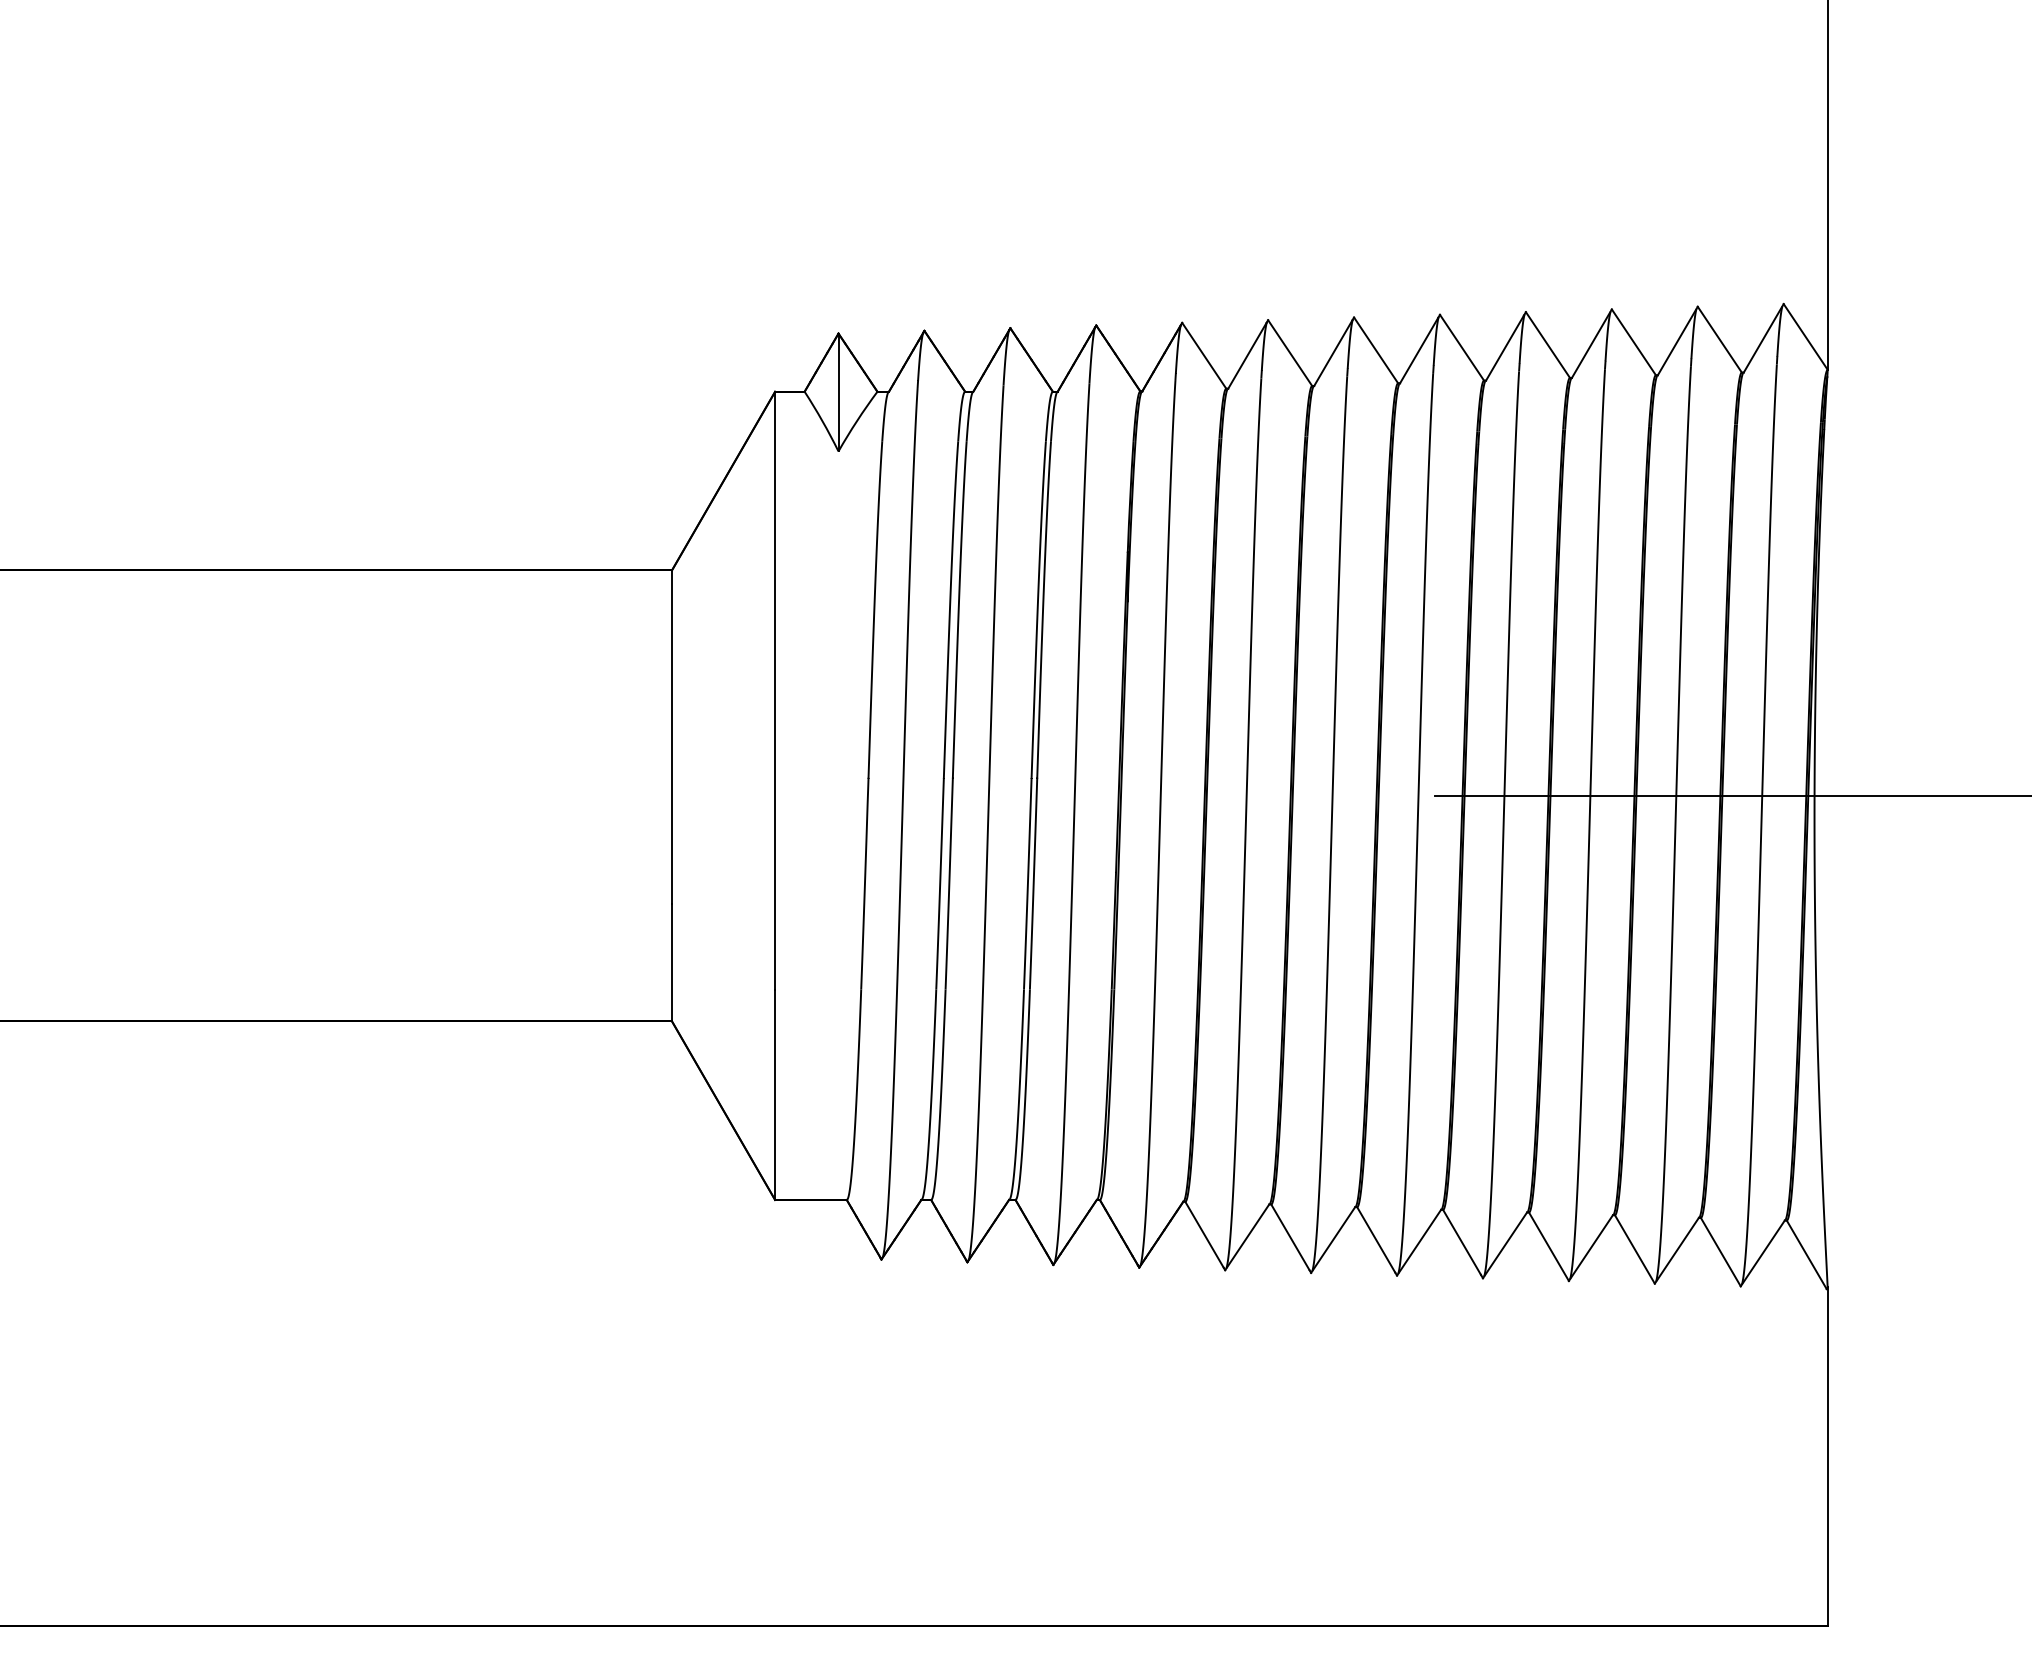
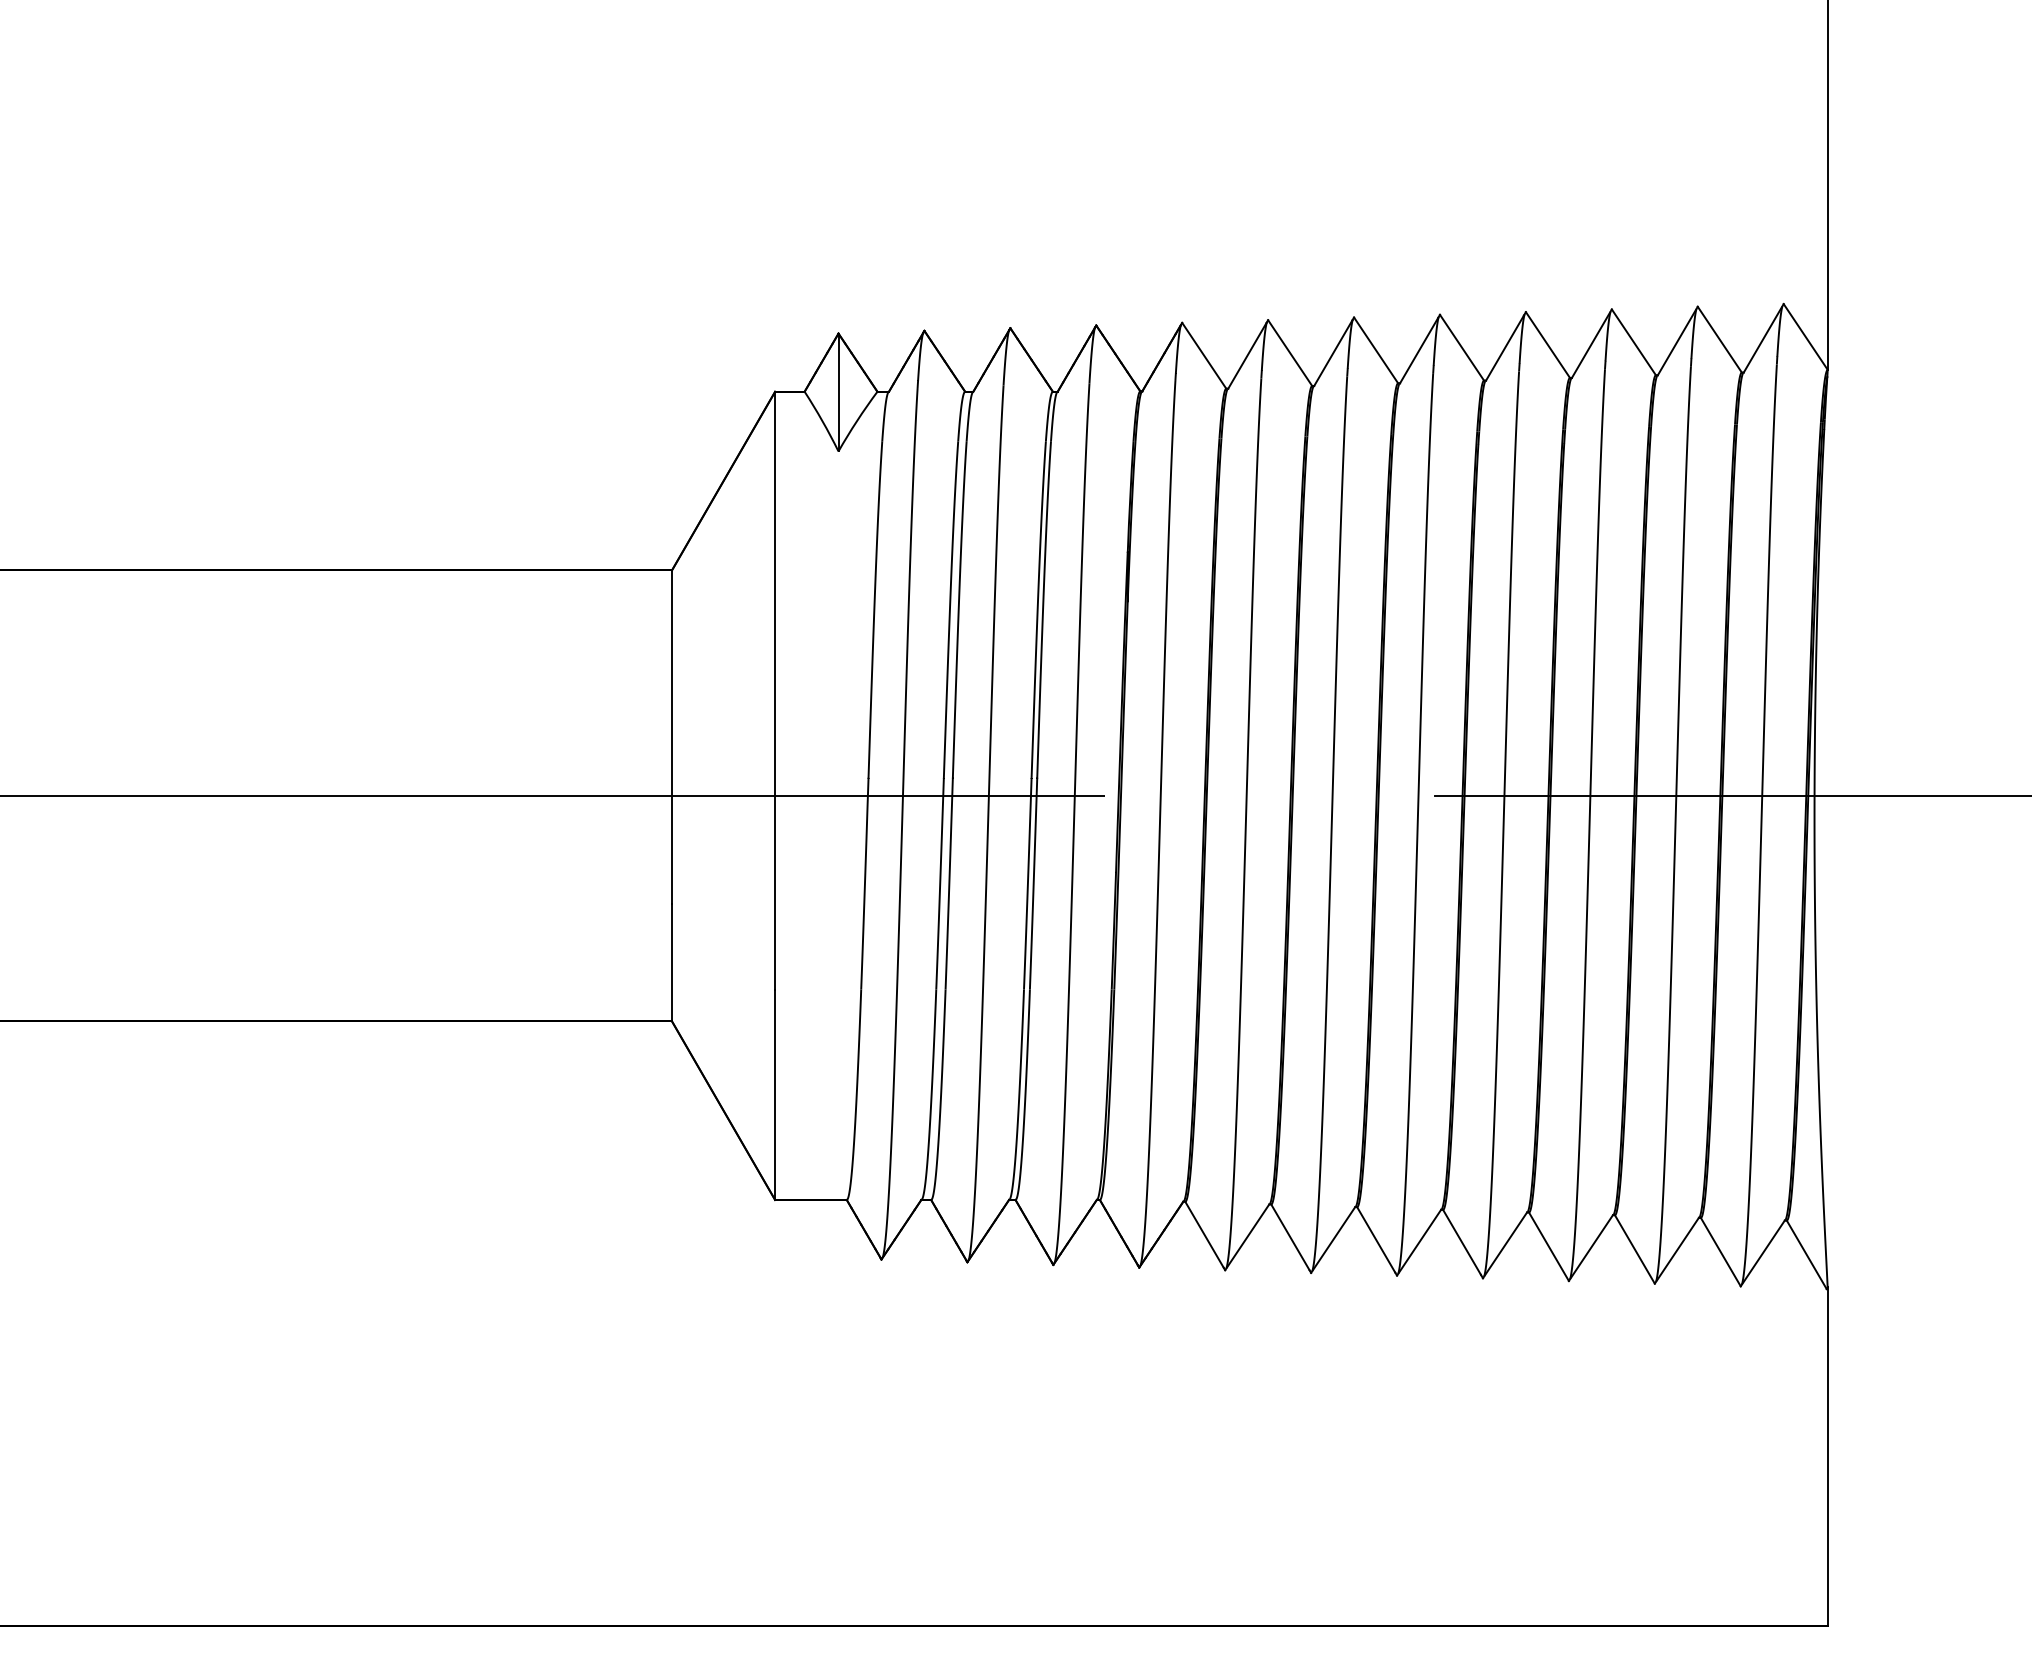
line at (553, 795): none -> present
